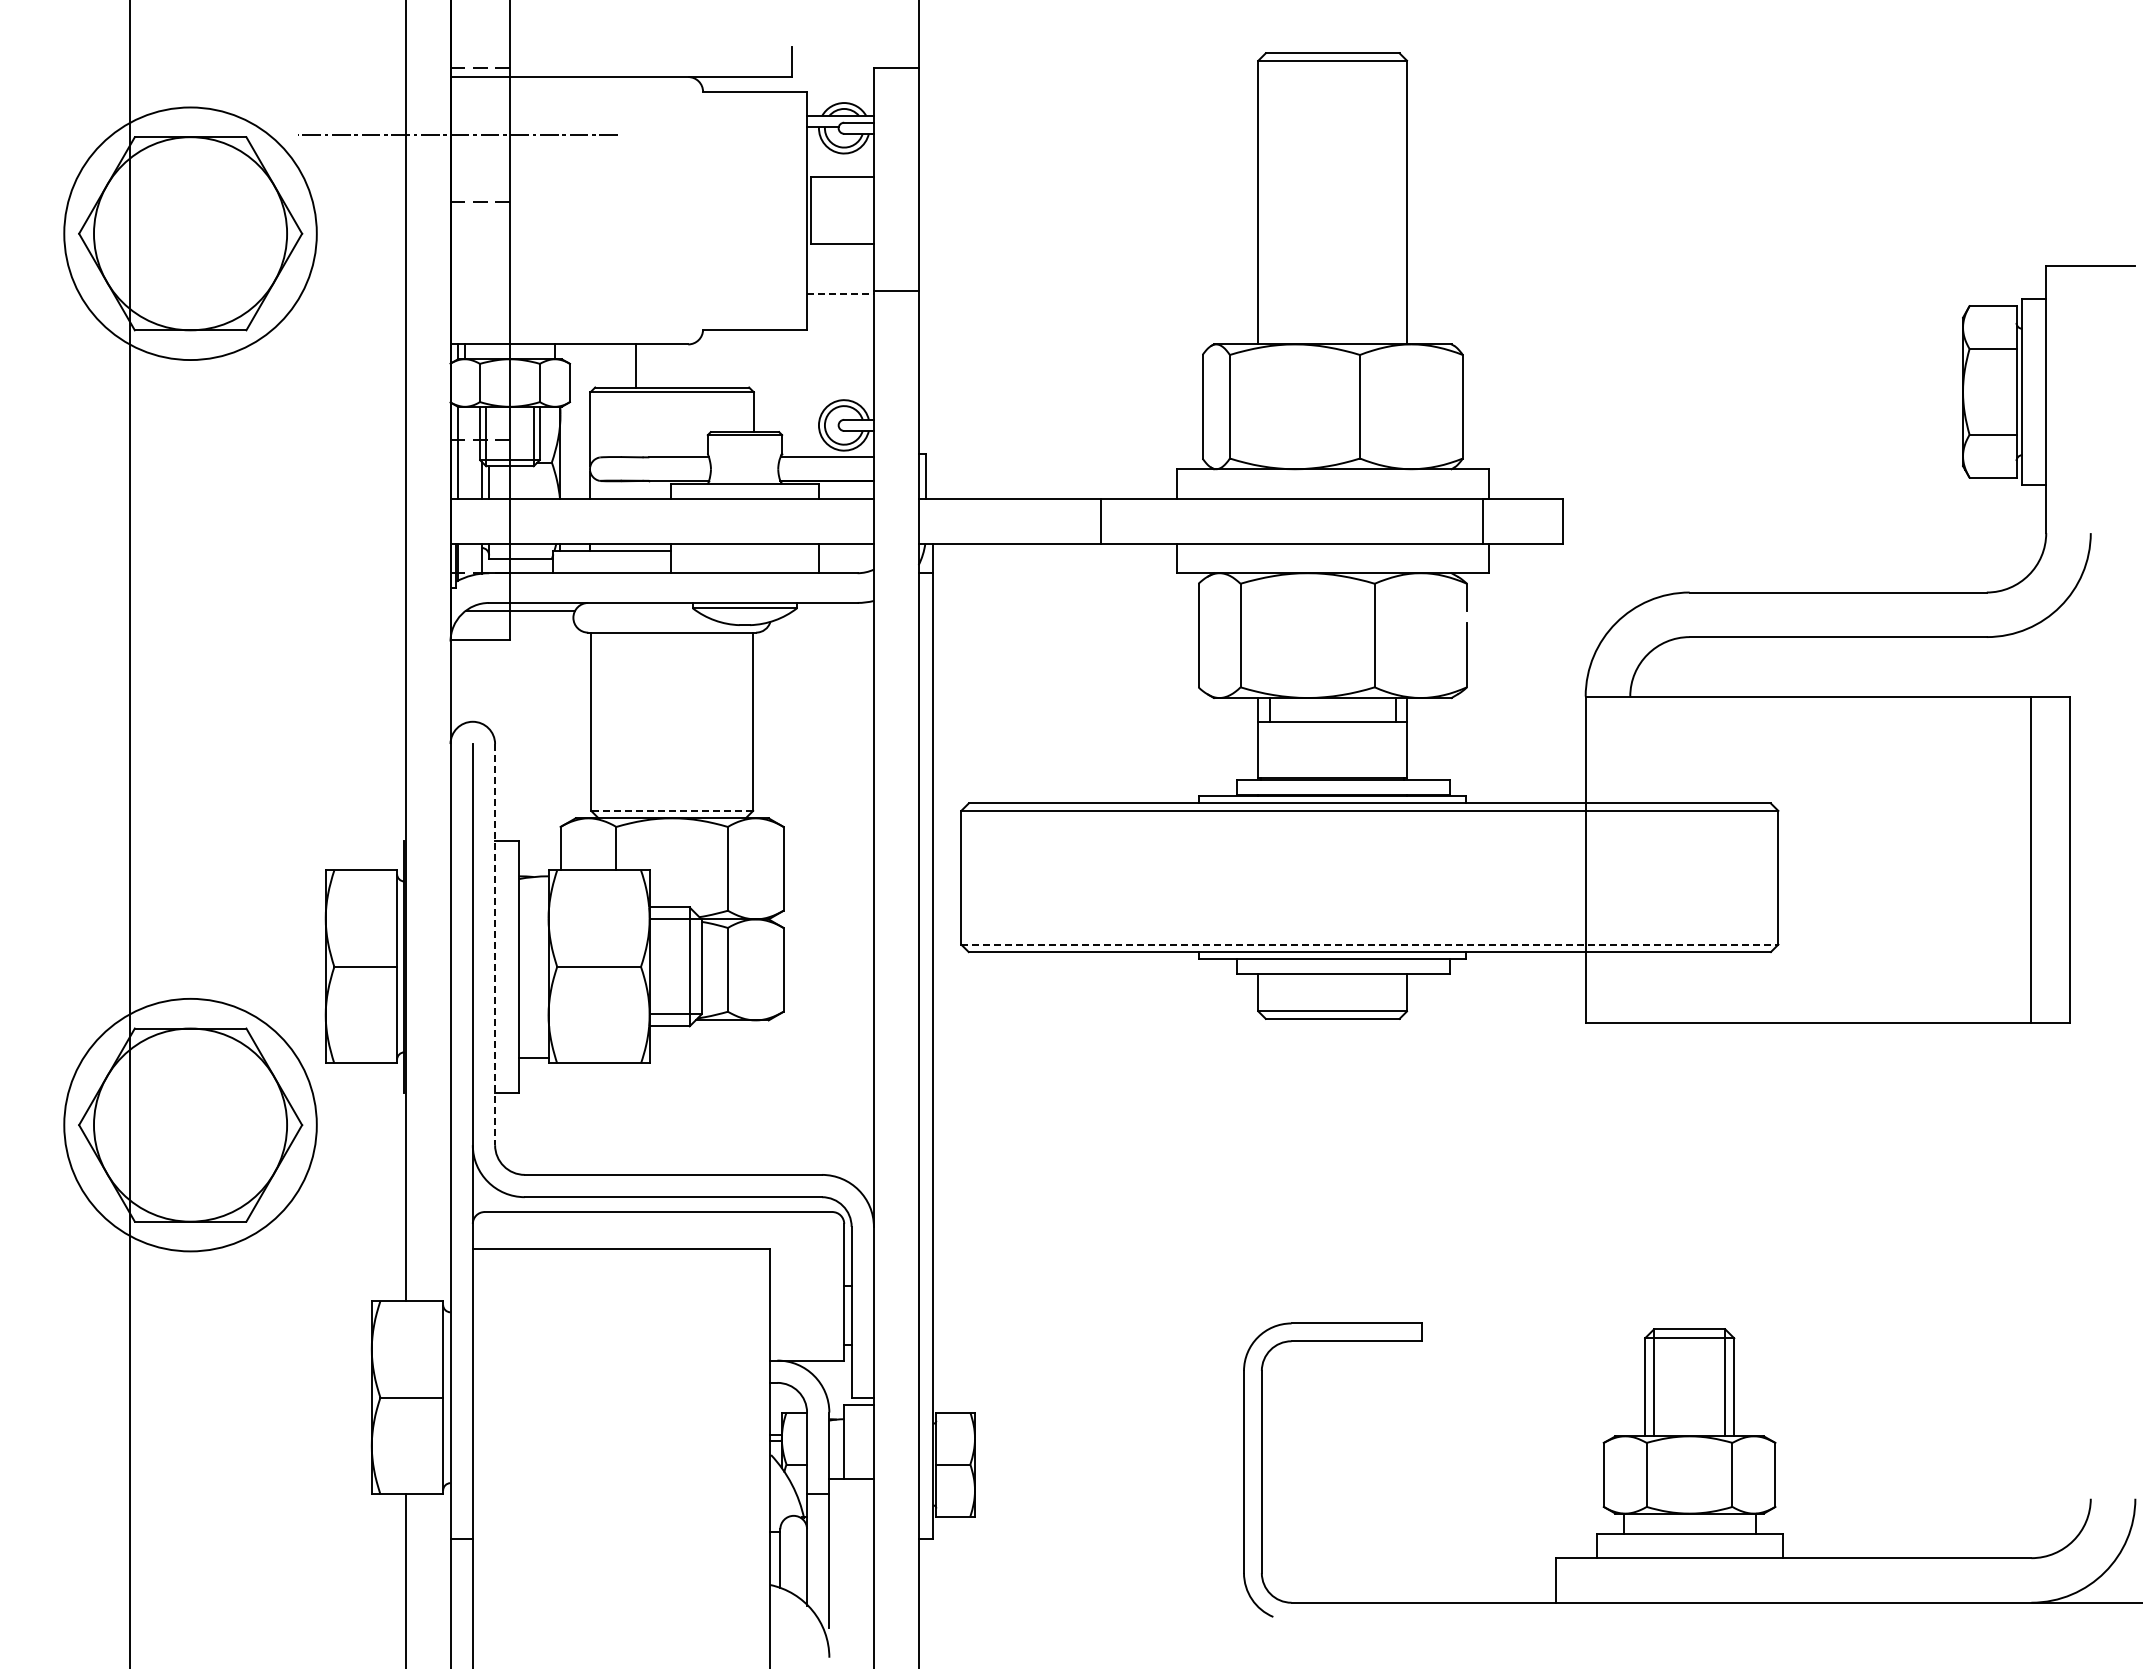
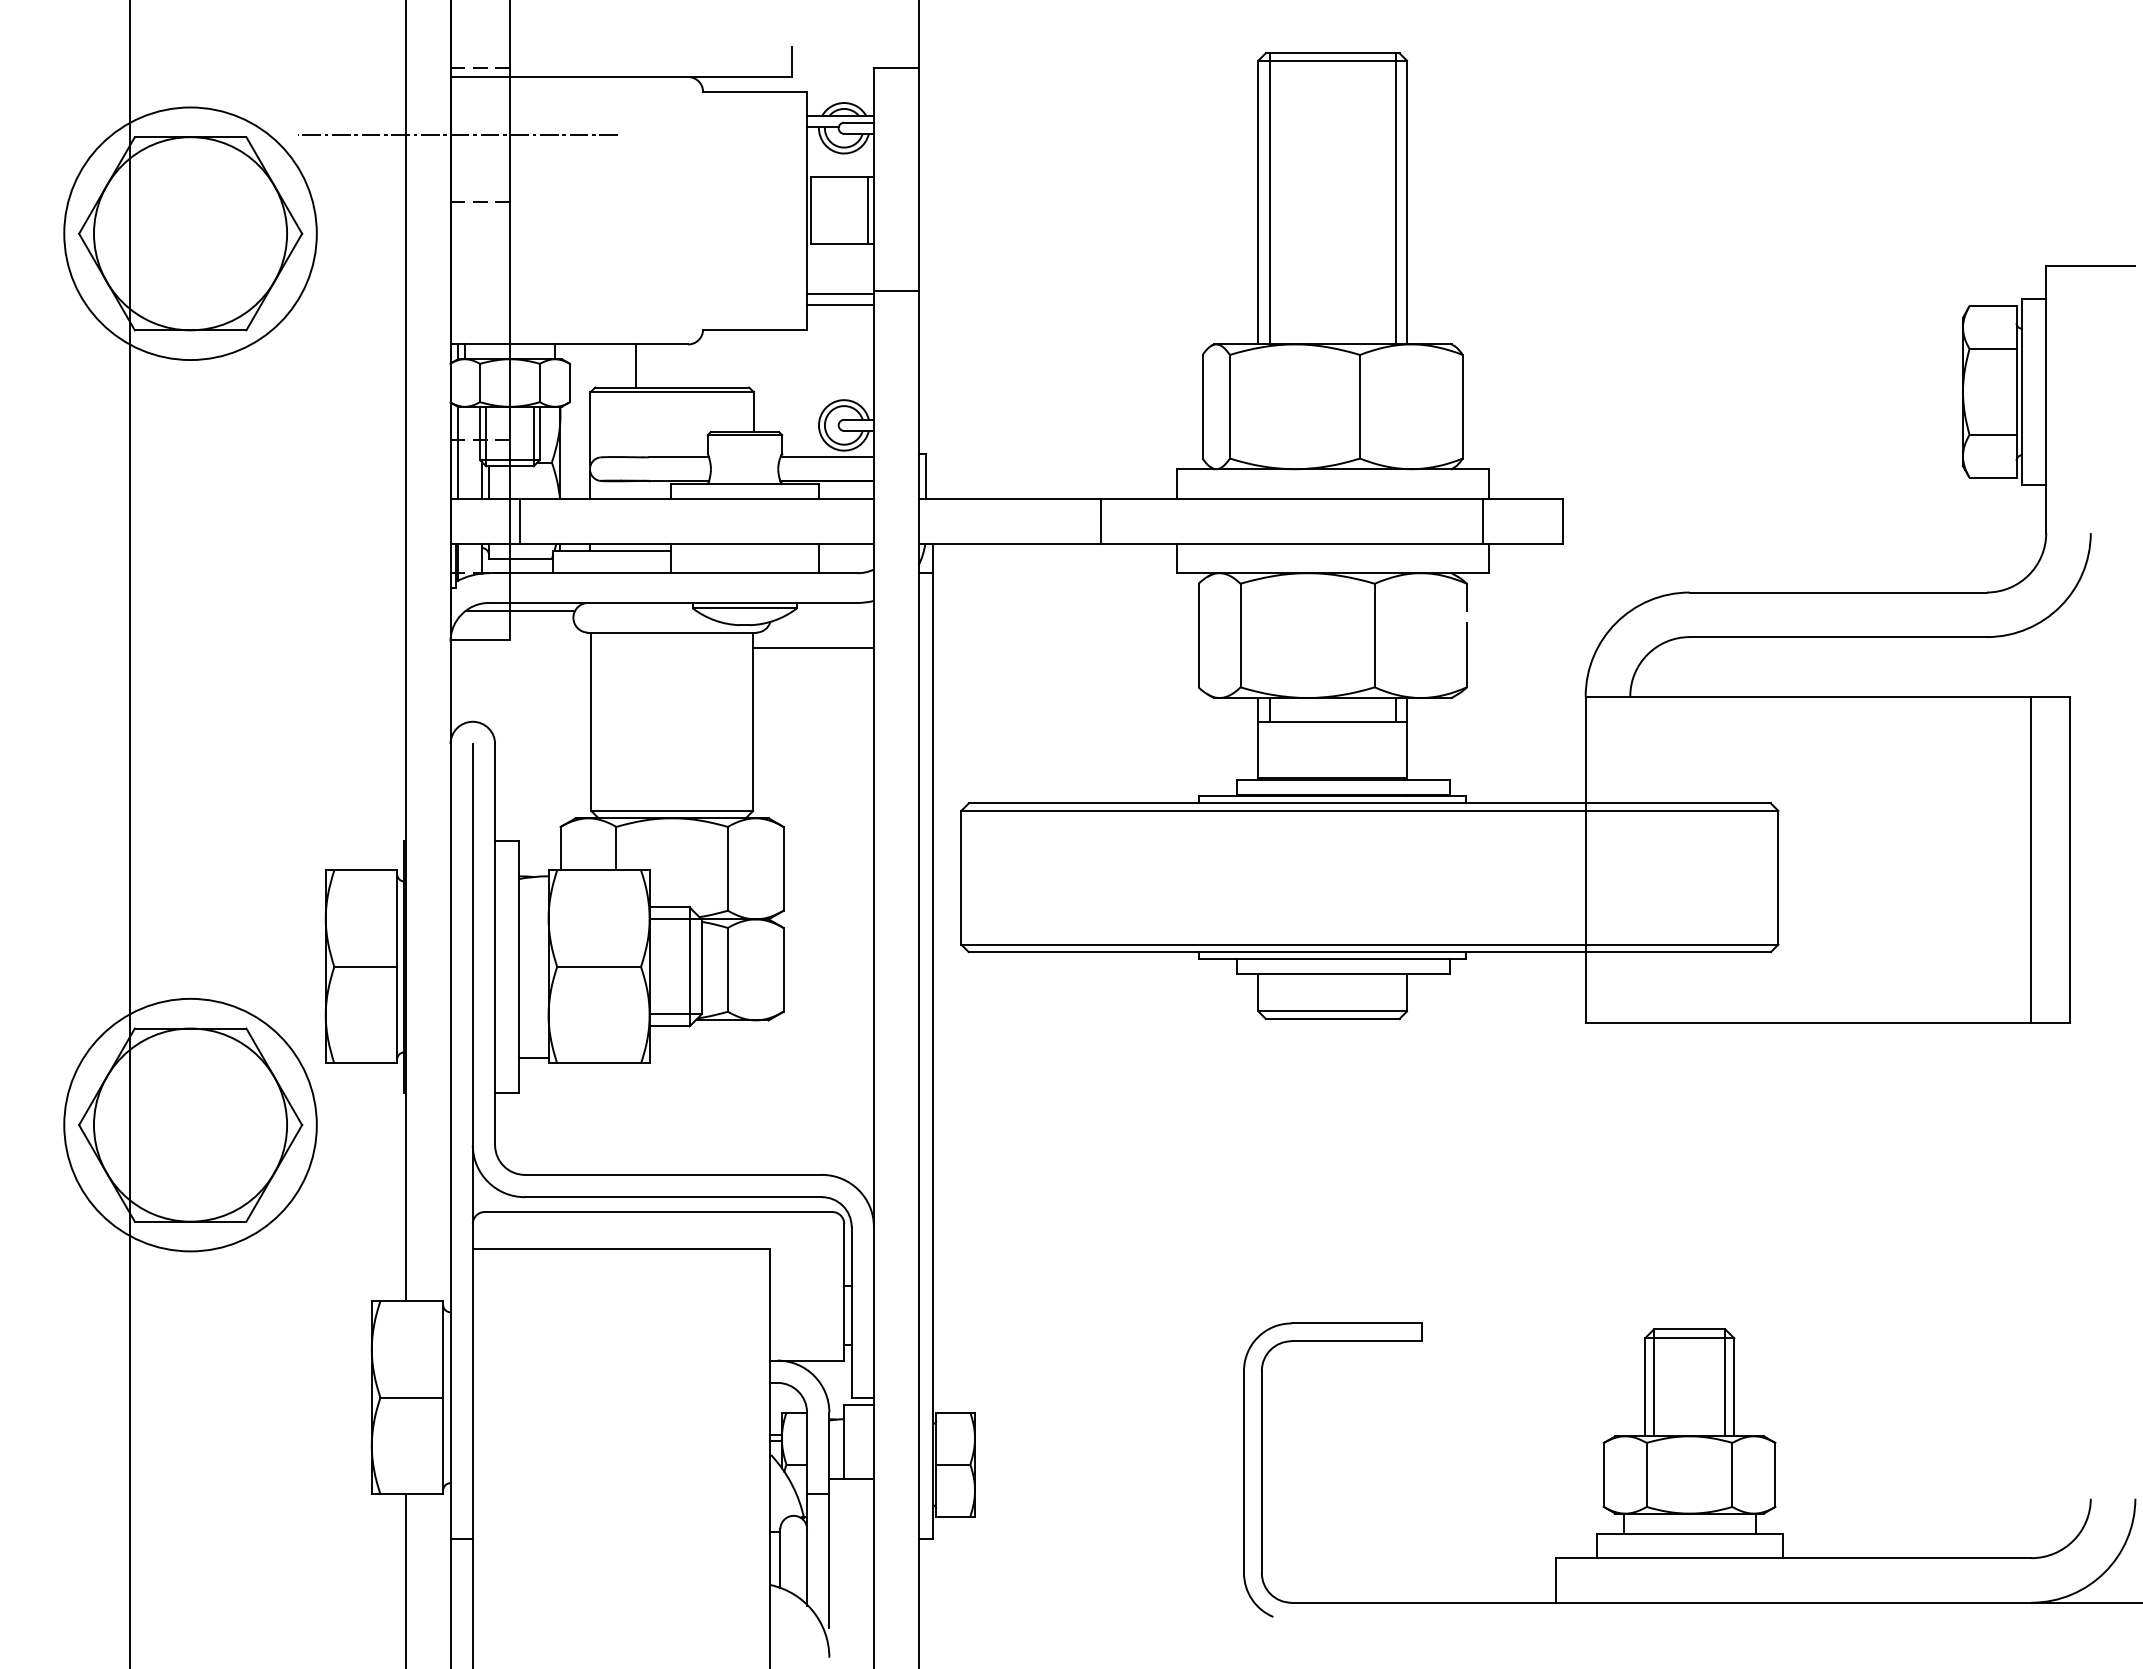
line at (1269, 198): none -> present
line at (1395, 198): none -> present
line at (867, 210): none -> present
line at (841, 294): dashed -> solid
line at (840, 305): none -> present
line at (520, 520): none -> present
line at (813, 648): none -> present
line at (672, 810): dashed -> solid
line at (495, 944): dashed -> solid
line at (1369, 944): dashed -> solid
